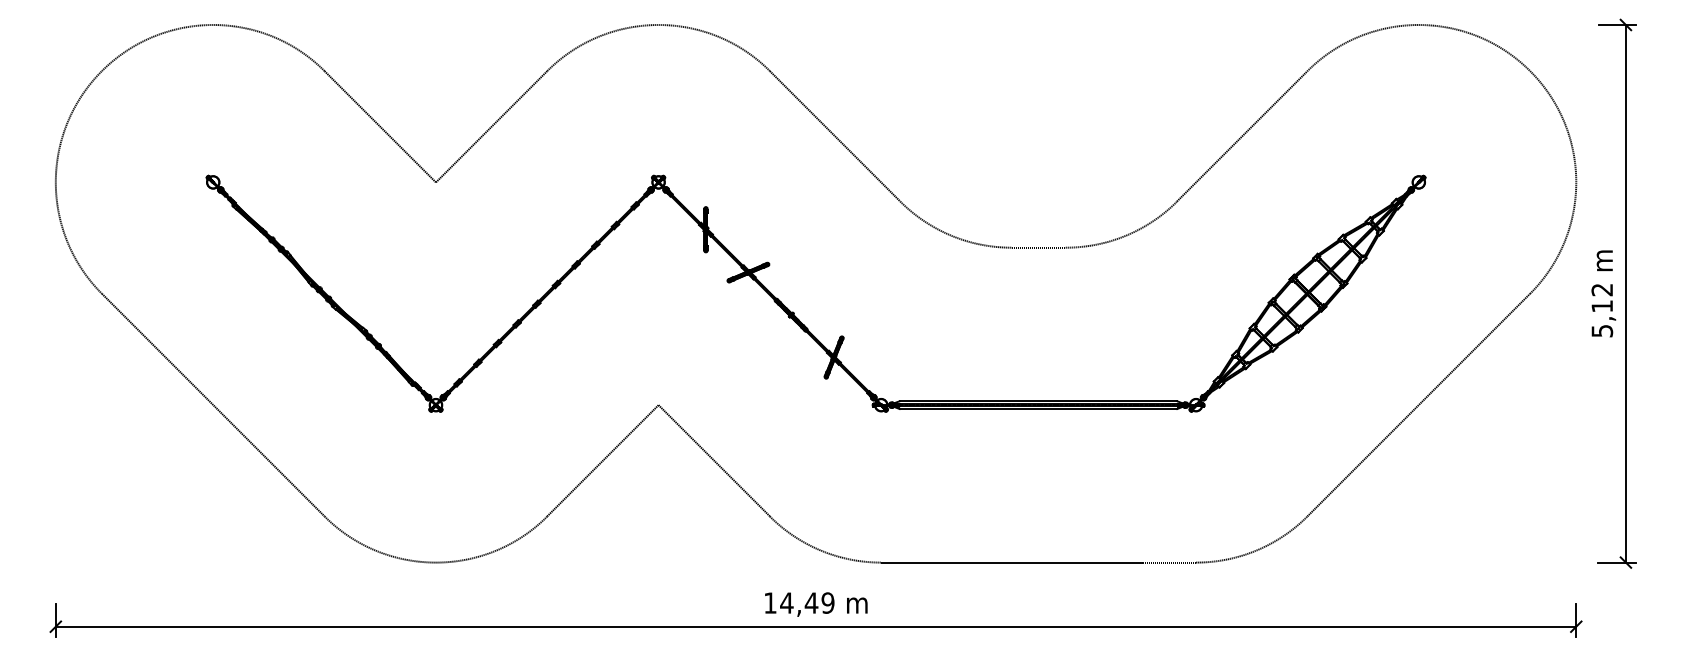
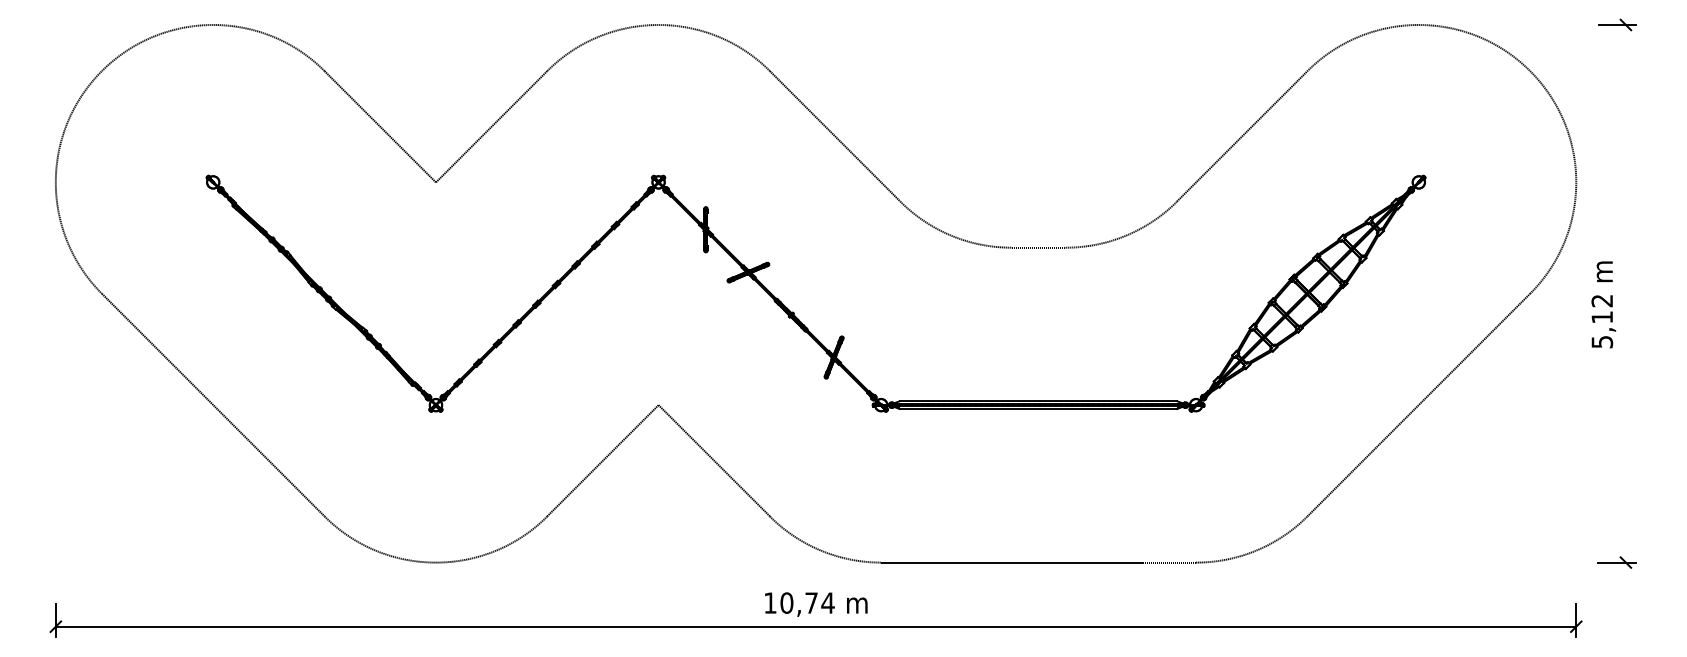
text at (1603, 293) position: (1603, 293) -> (1603, 304)
line at (1625, 293): present -> none
text at (807, 602): 14,49 -> 10,74
